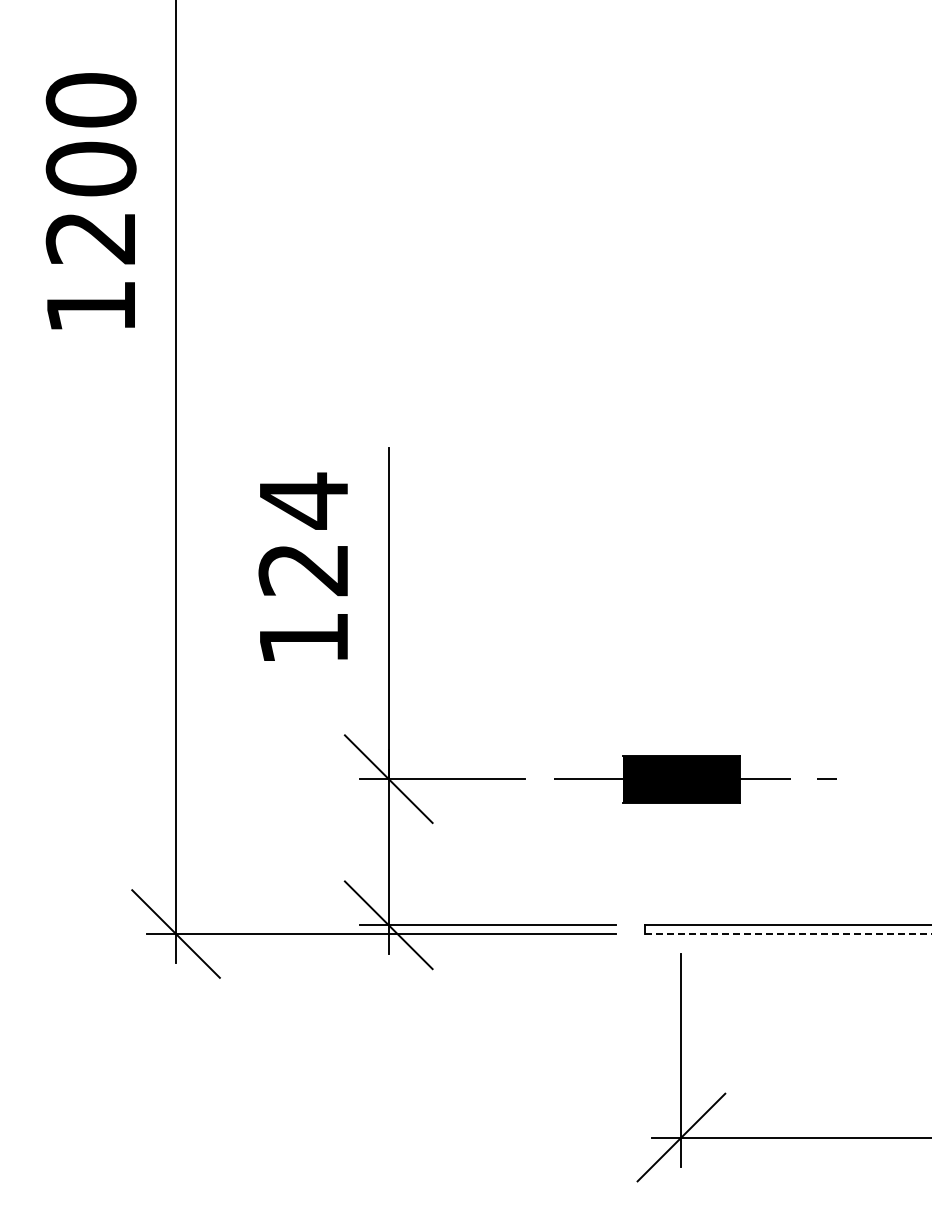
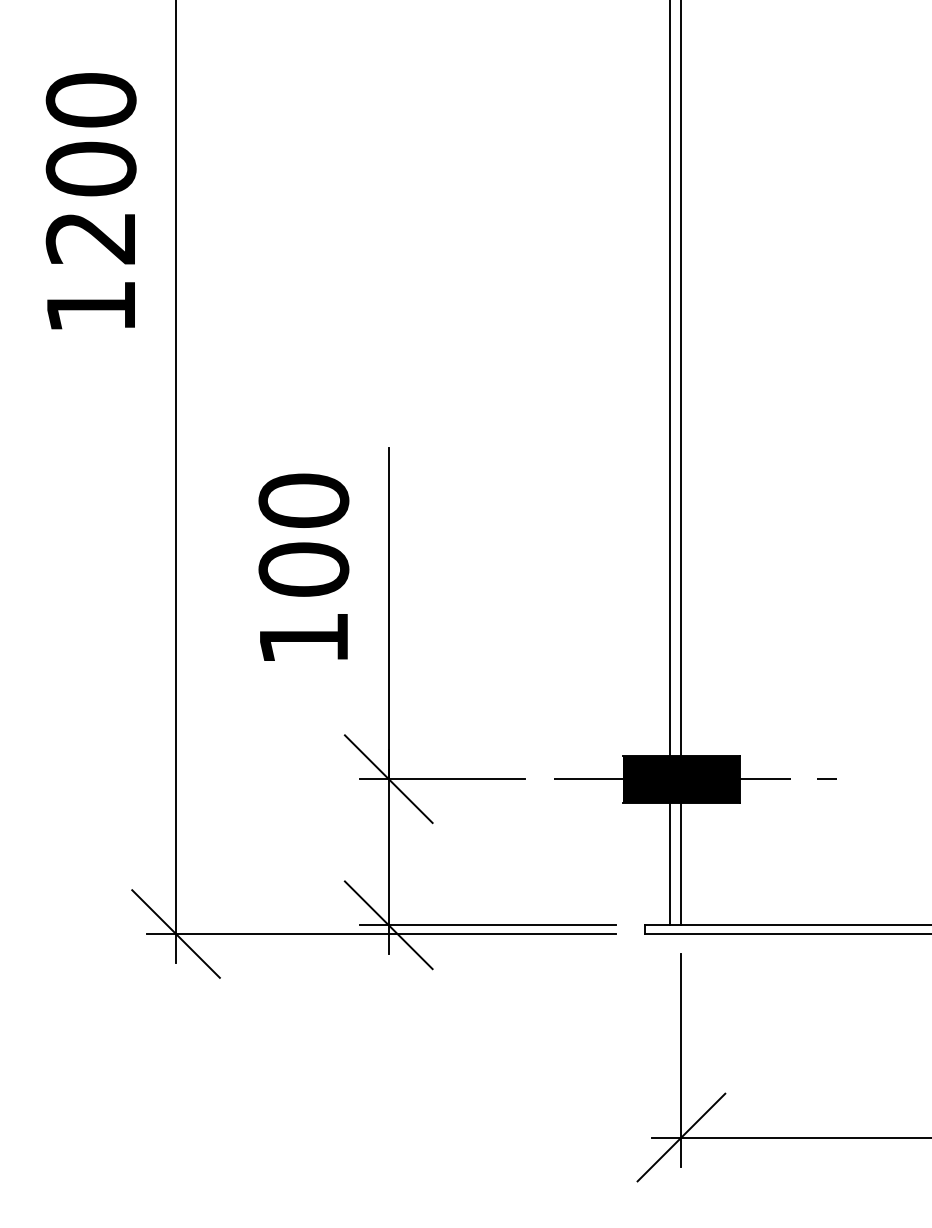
line at (669, 463): none -> present
line at (681, 463): none -> present
text at (303, 534): 124 -> 100
line at (788, 934): dashed -> solid
